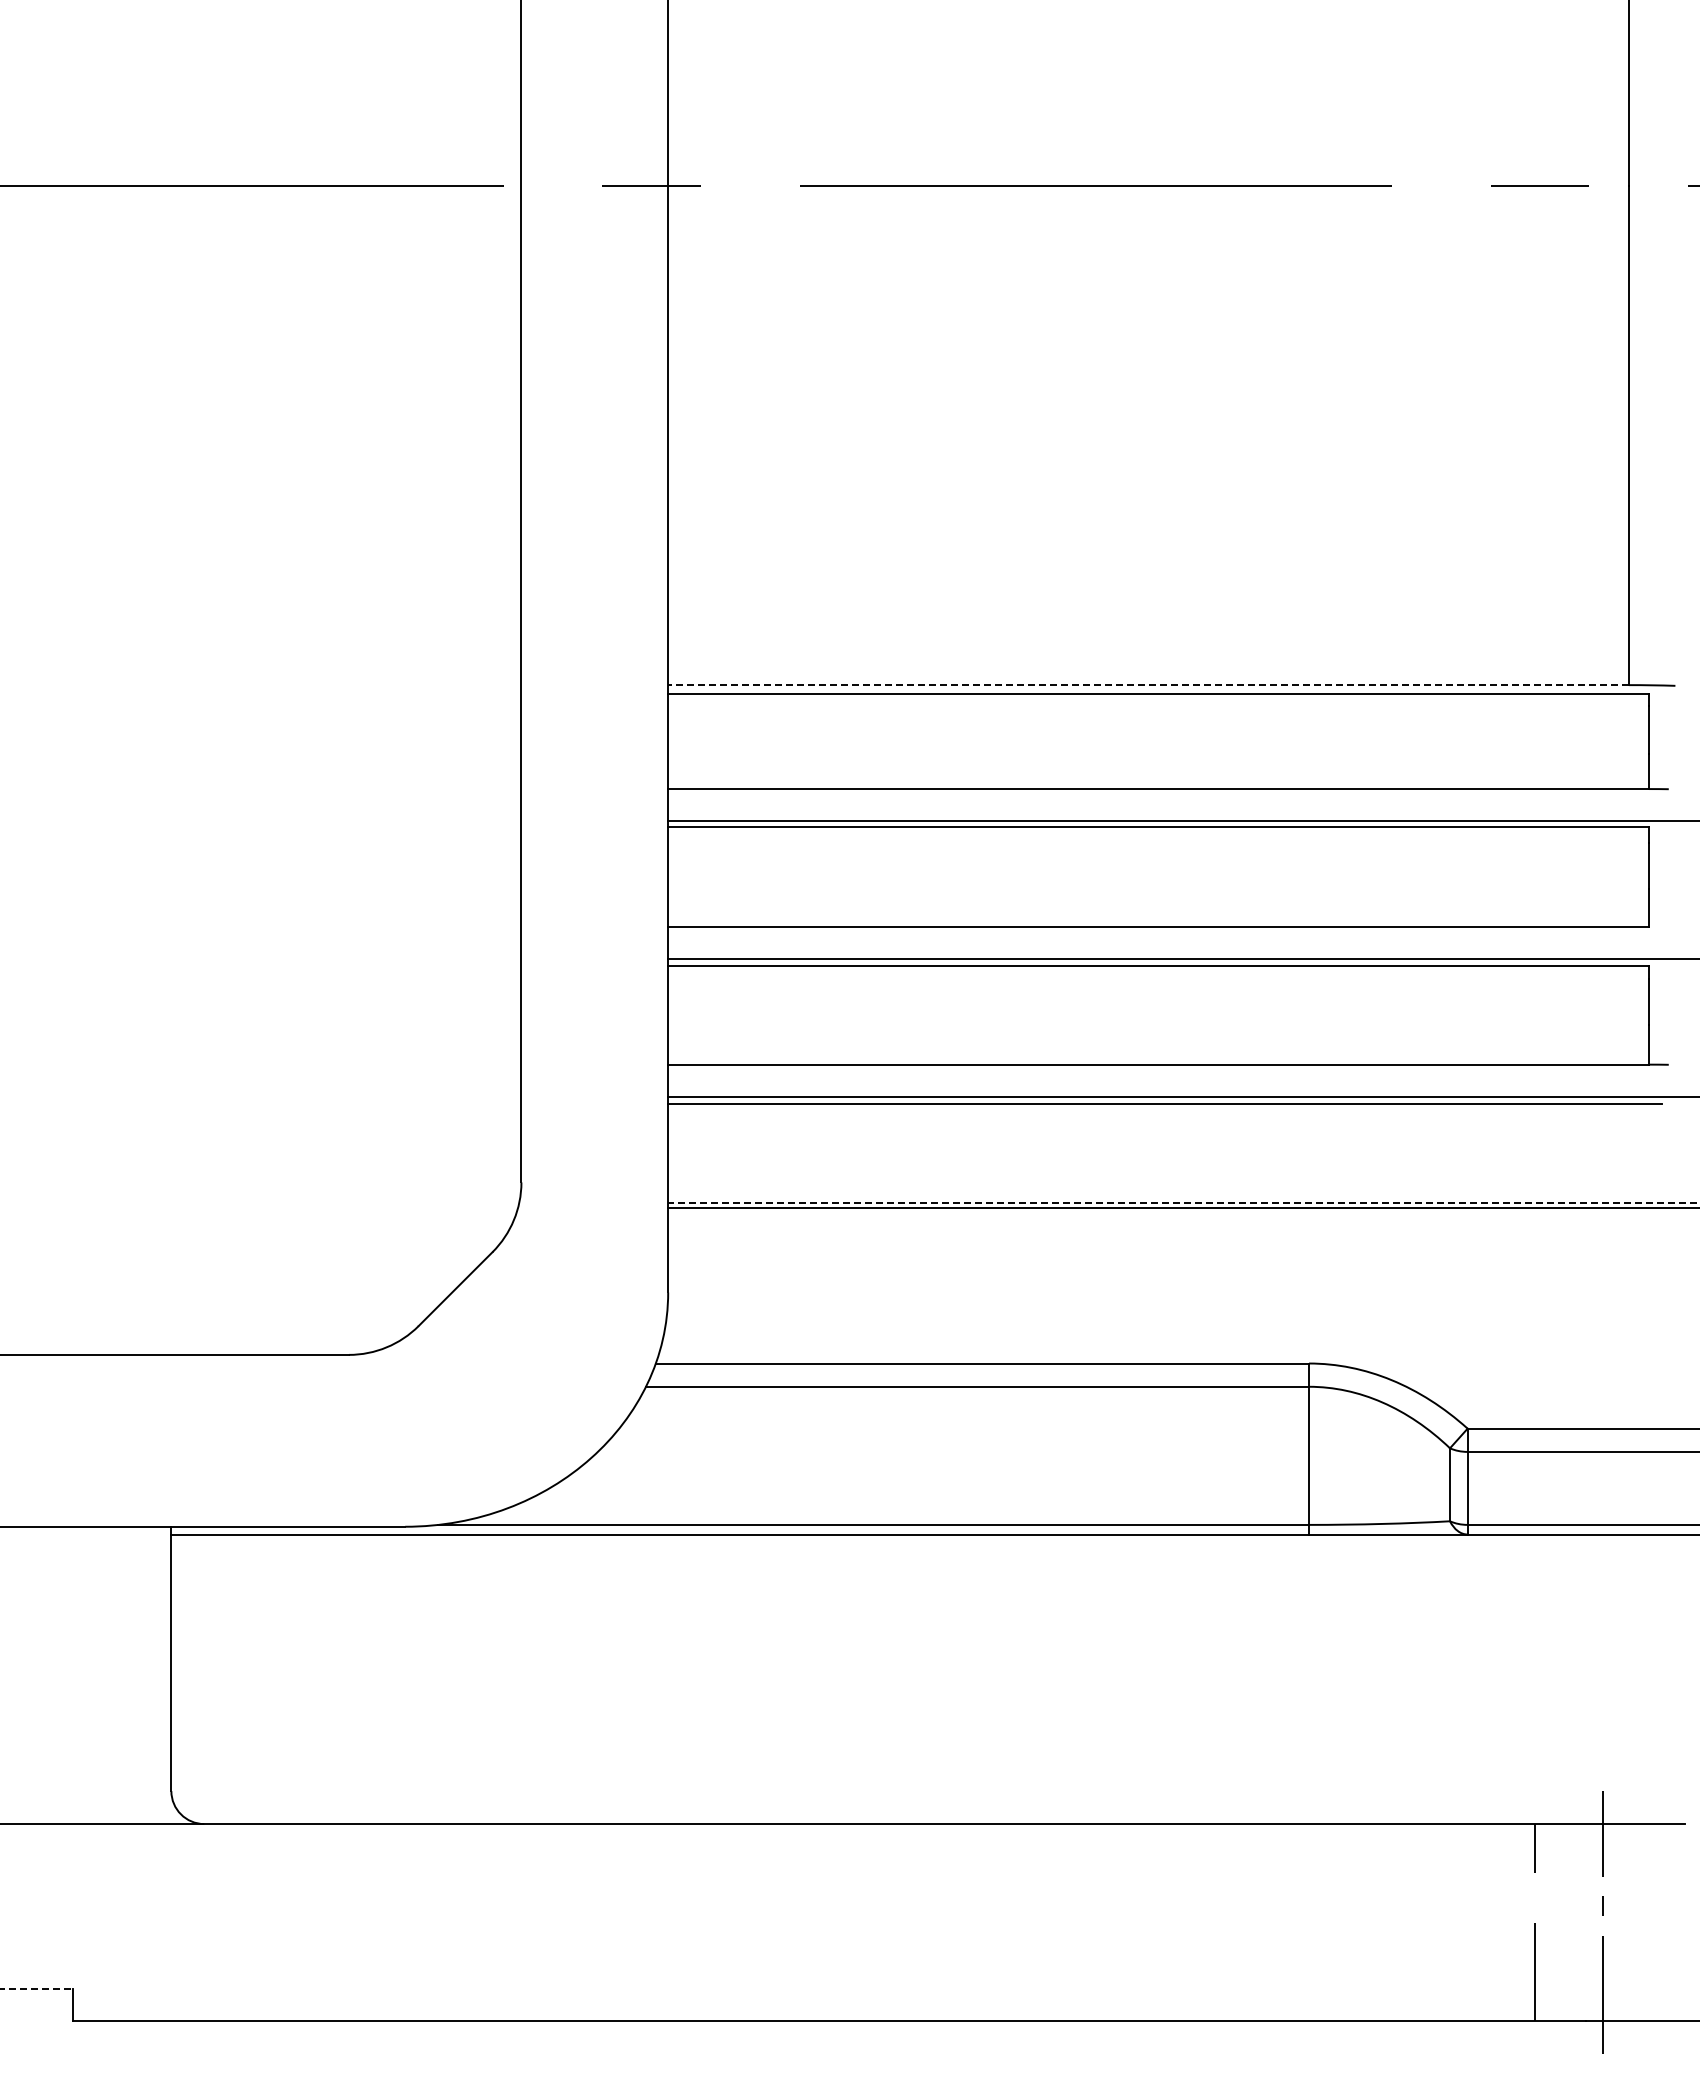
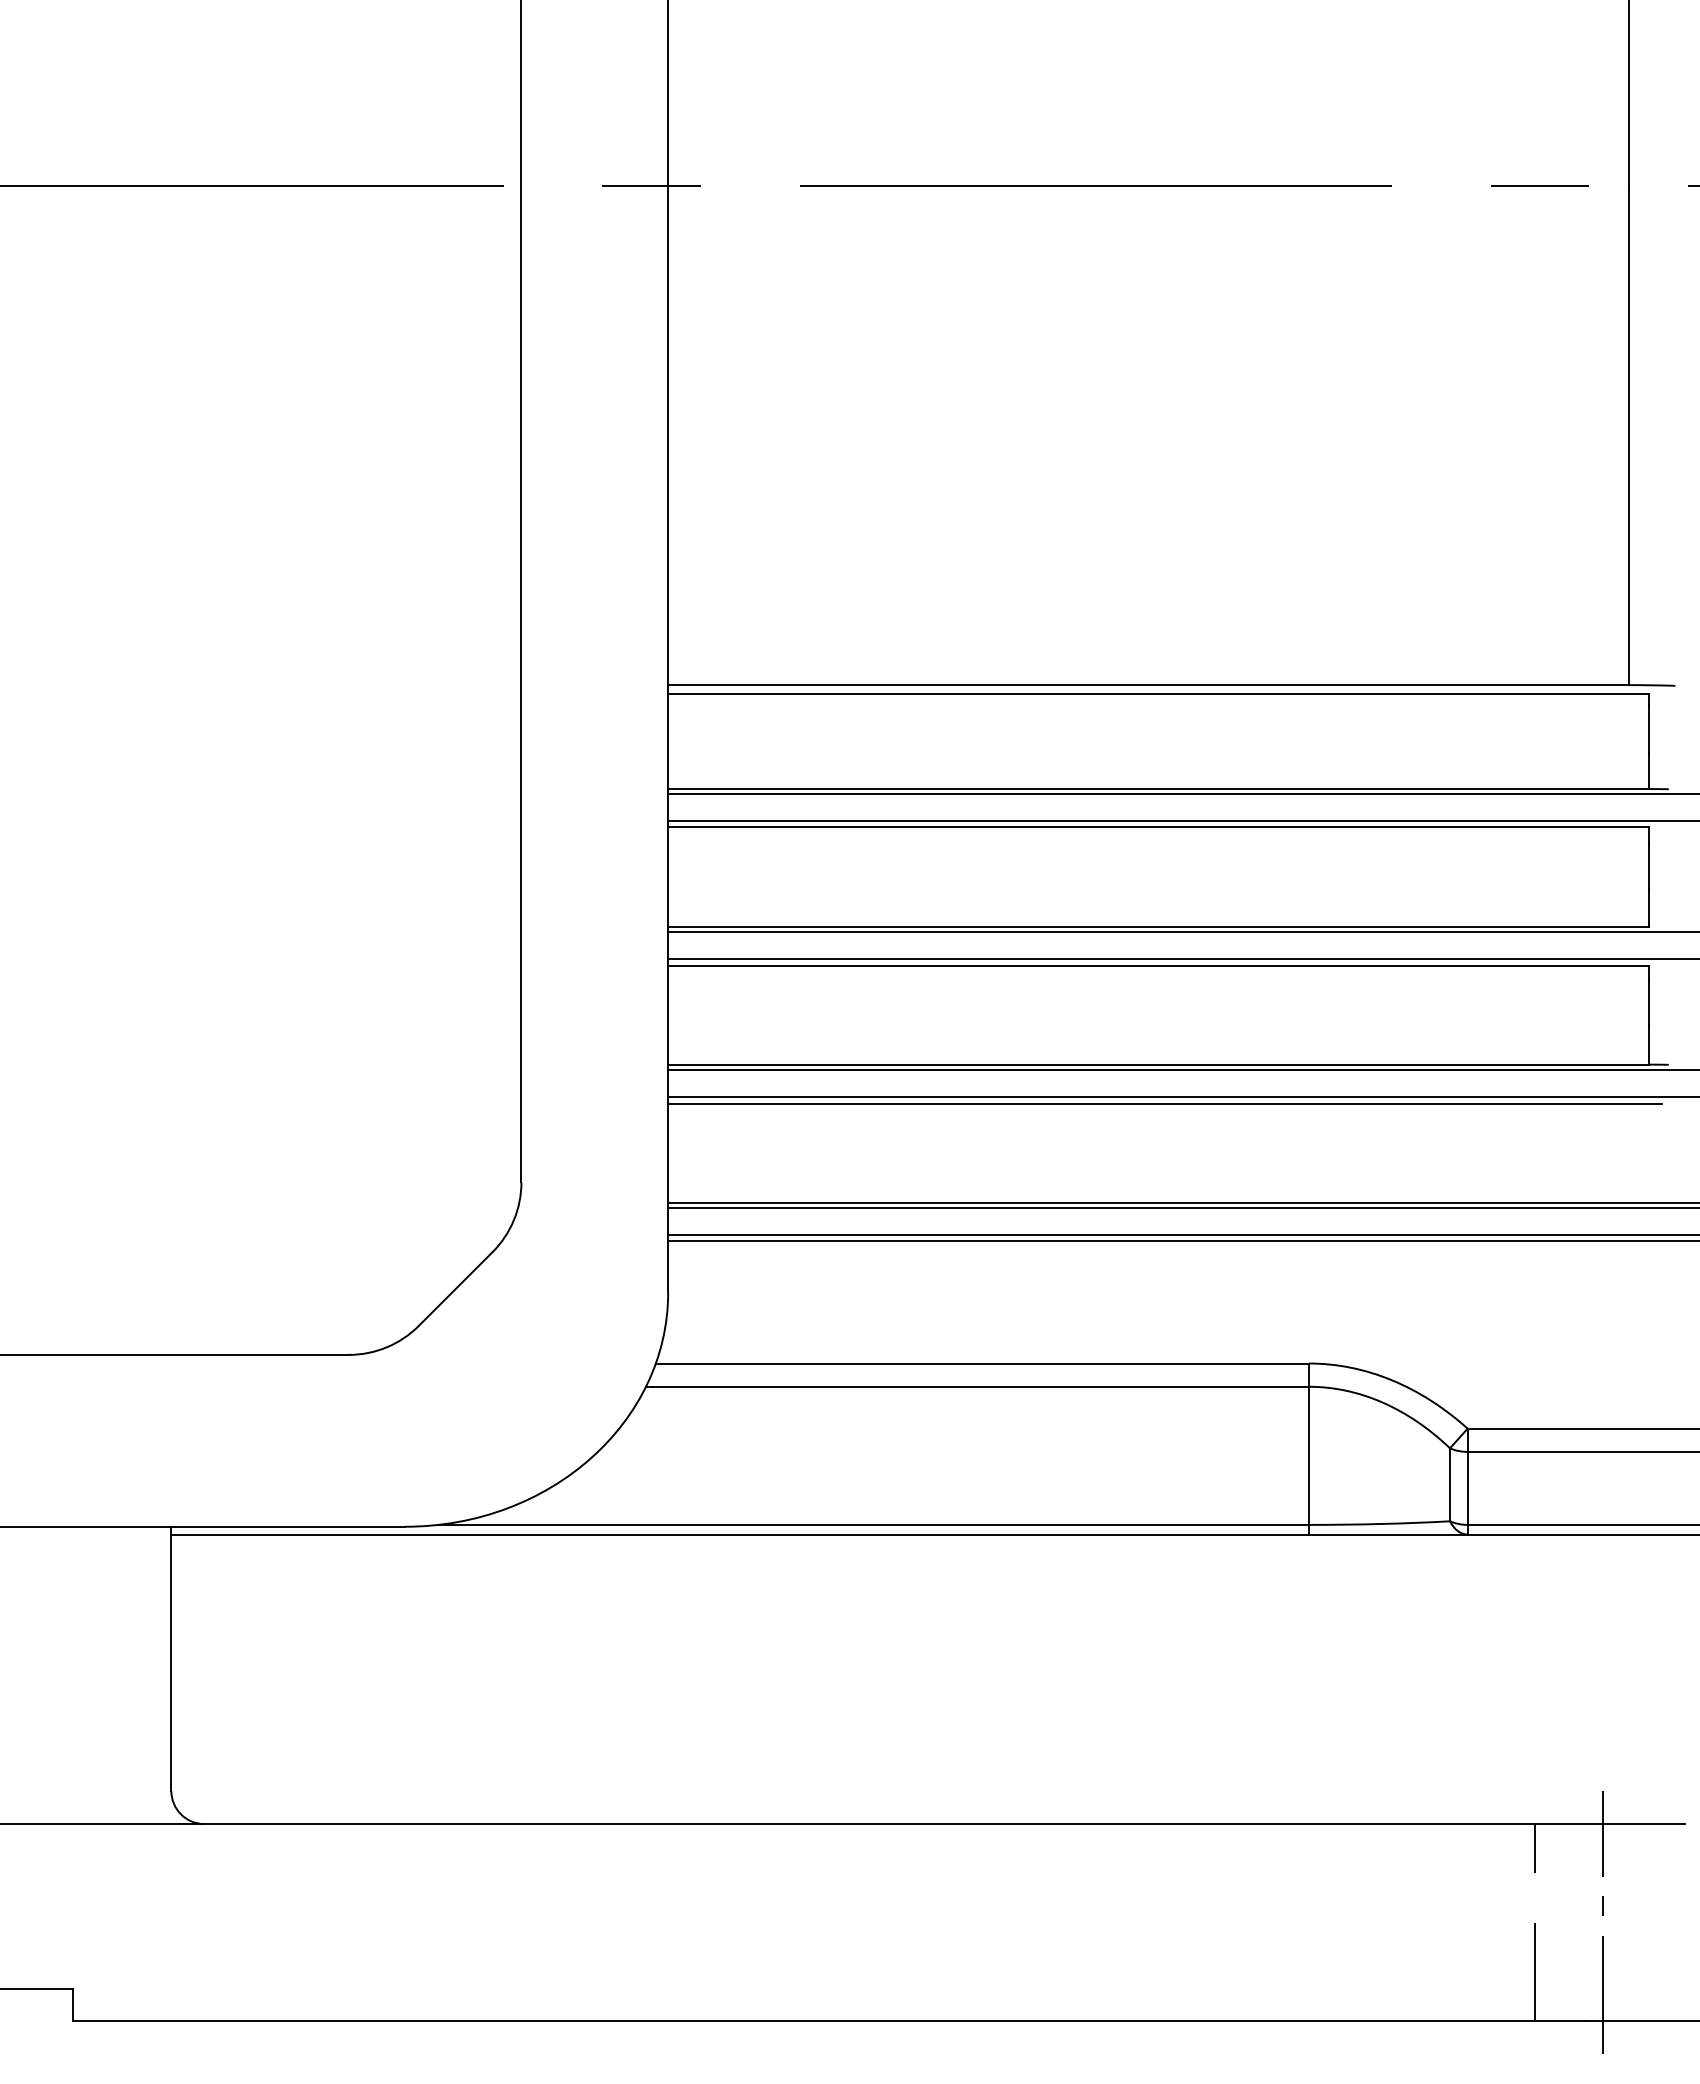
line at (1148, 685): dashed -> solid
line at (1182, 793): none -> present
line at (1182, 932): none -> present
line at (1182, 1070): none -> present
line at (1183, 1203): dashed -> solid
line at (1182, 1235): none -> present
line at (1182, 1240): none -> present
line at (36, 1988): dashed -> solid
